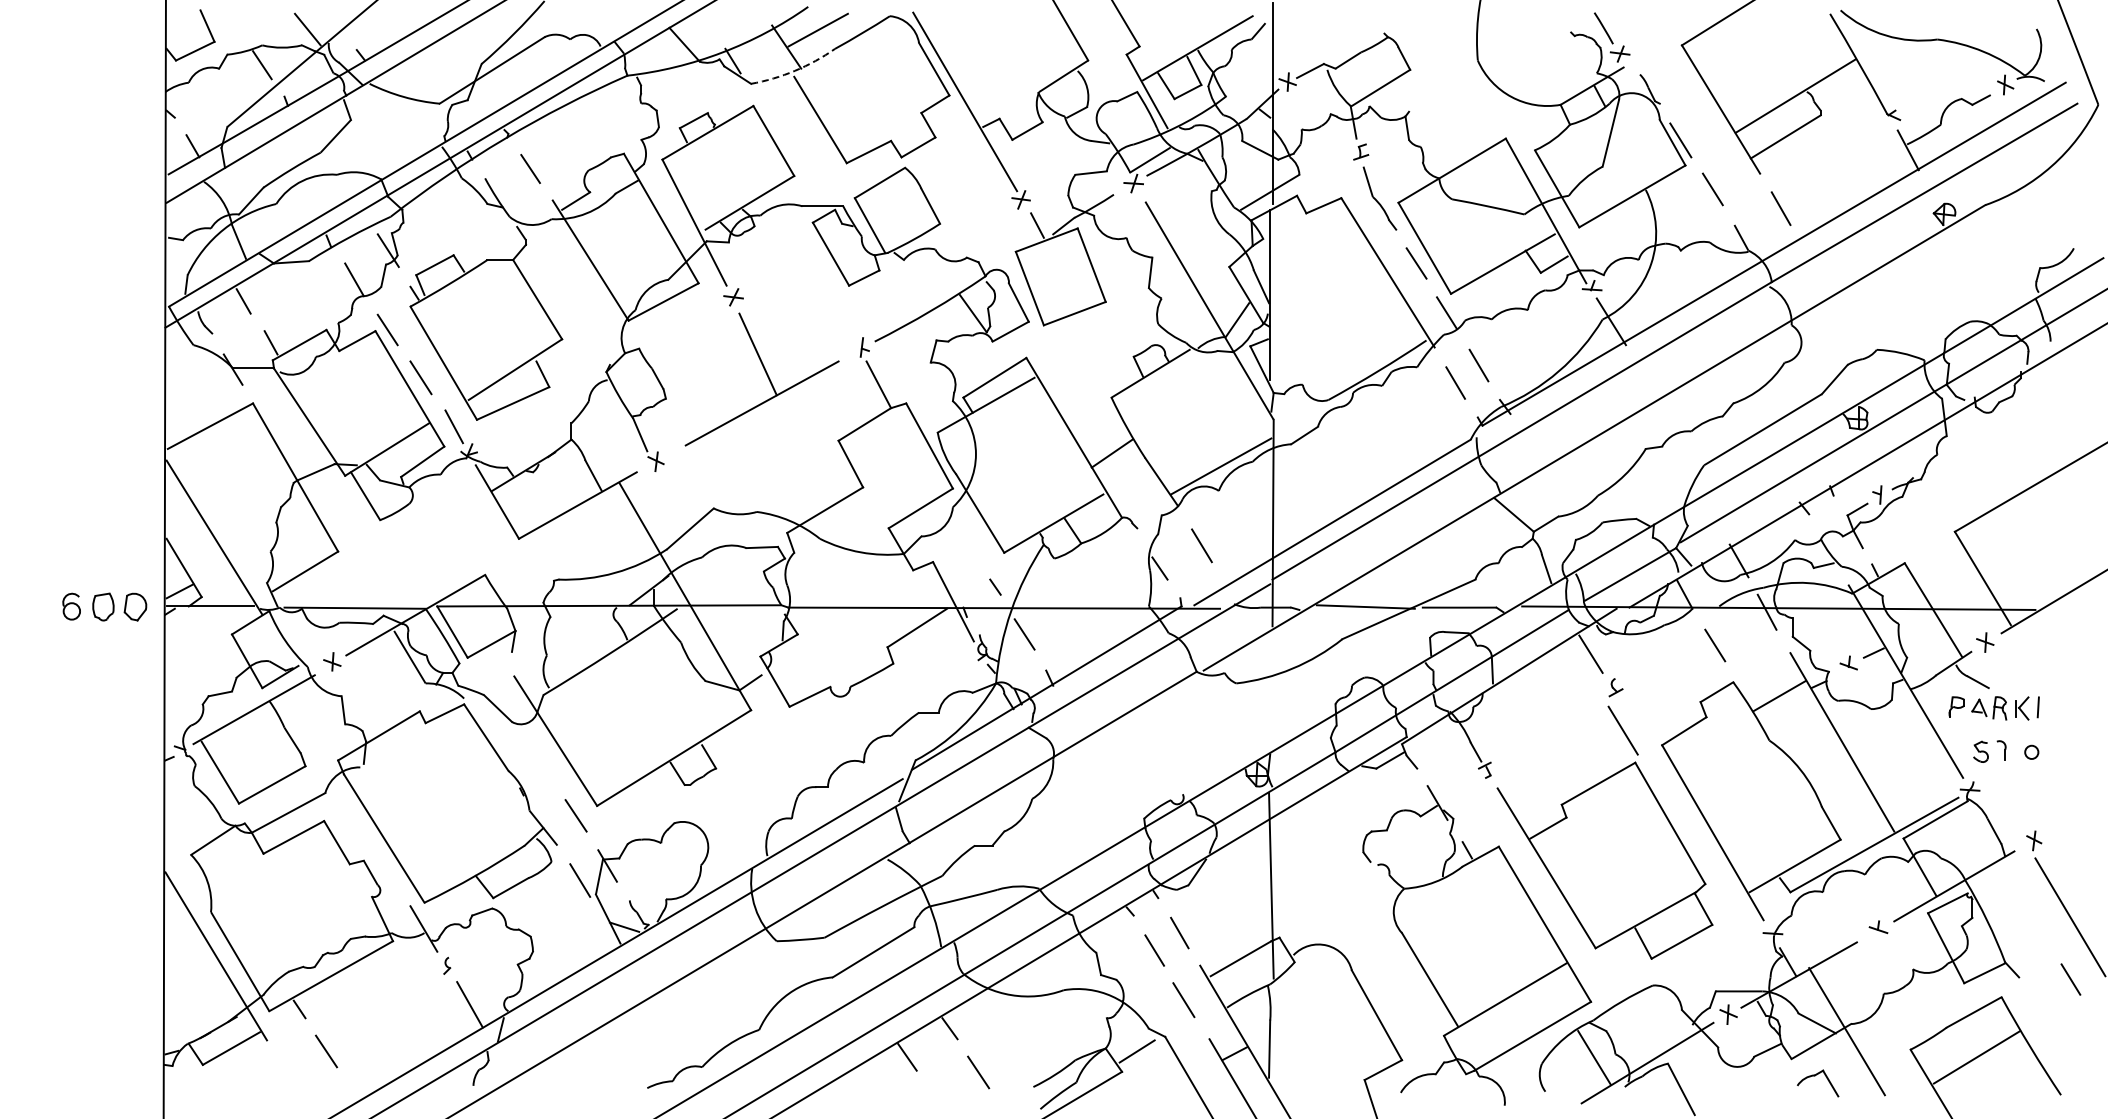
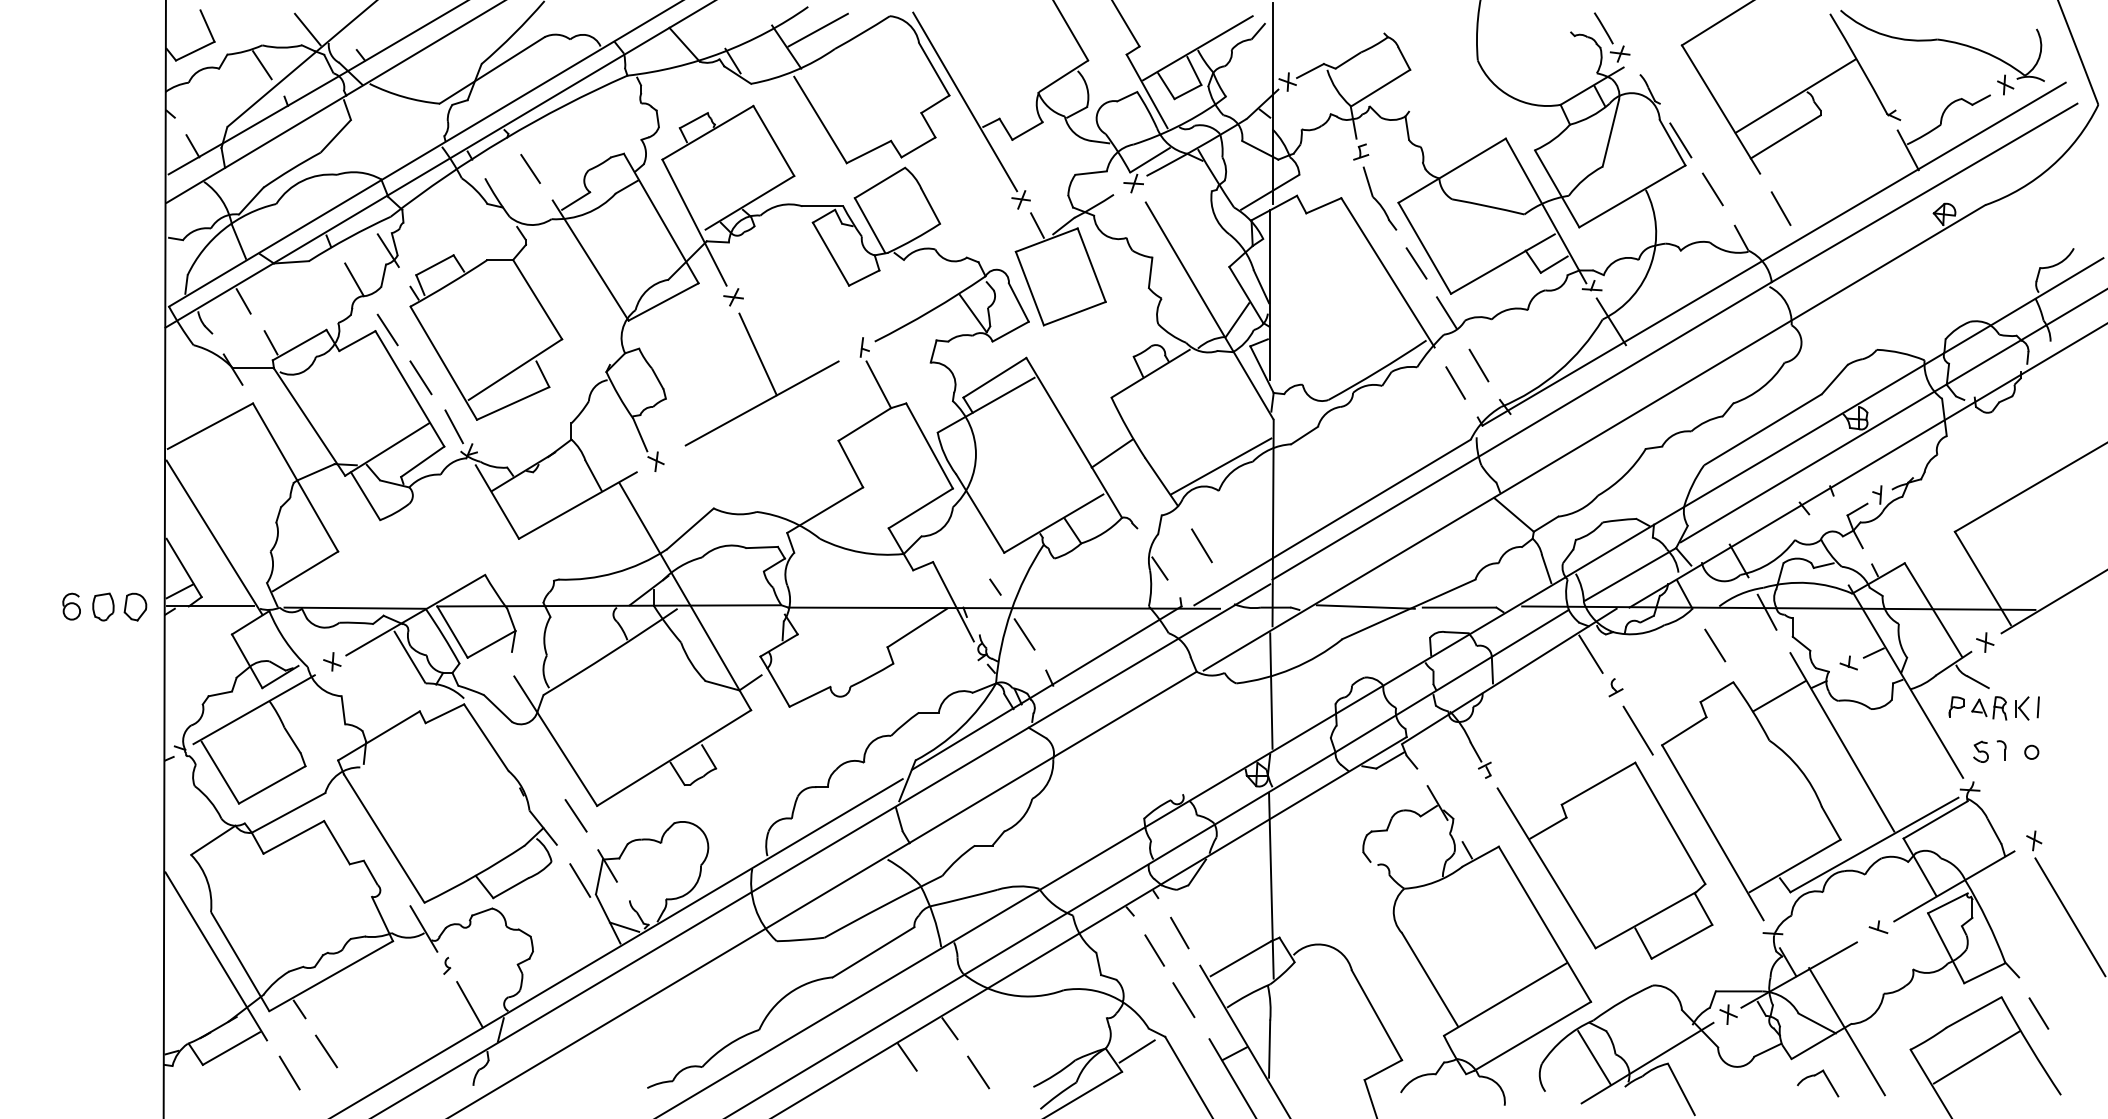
arc at (794, 70): dashed -> solid
line at (1271, 690): none -> present
line at (1622, 730) position: (1622, 730) -> (1637, 730)
line at (2070, 979) position: (2070, 979) -> (2038, 1013)
line at (289, 1072): none -> present
